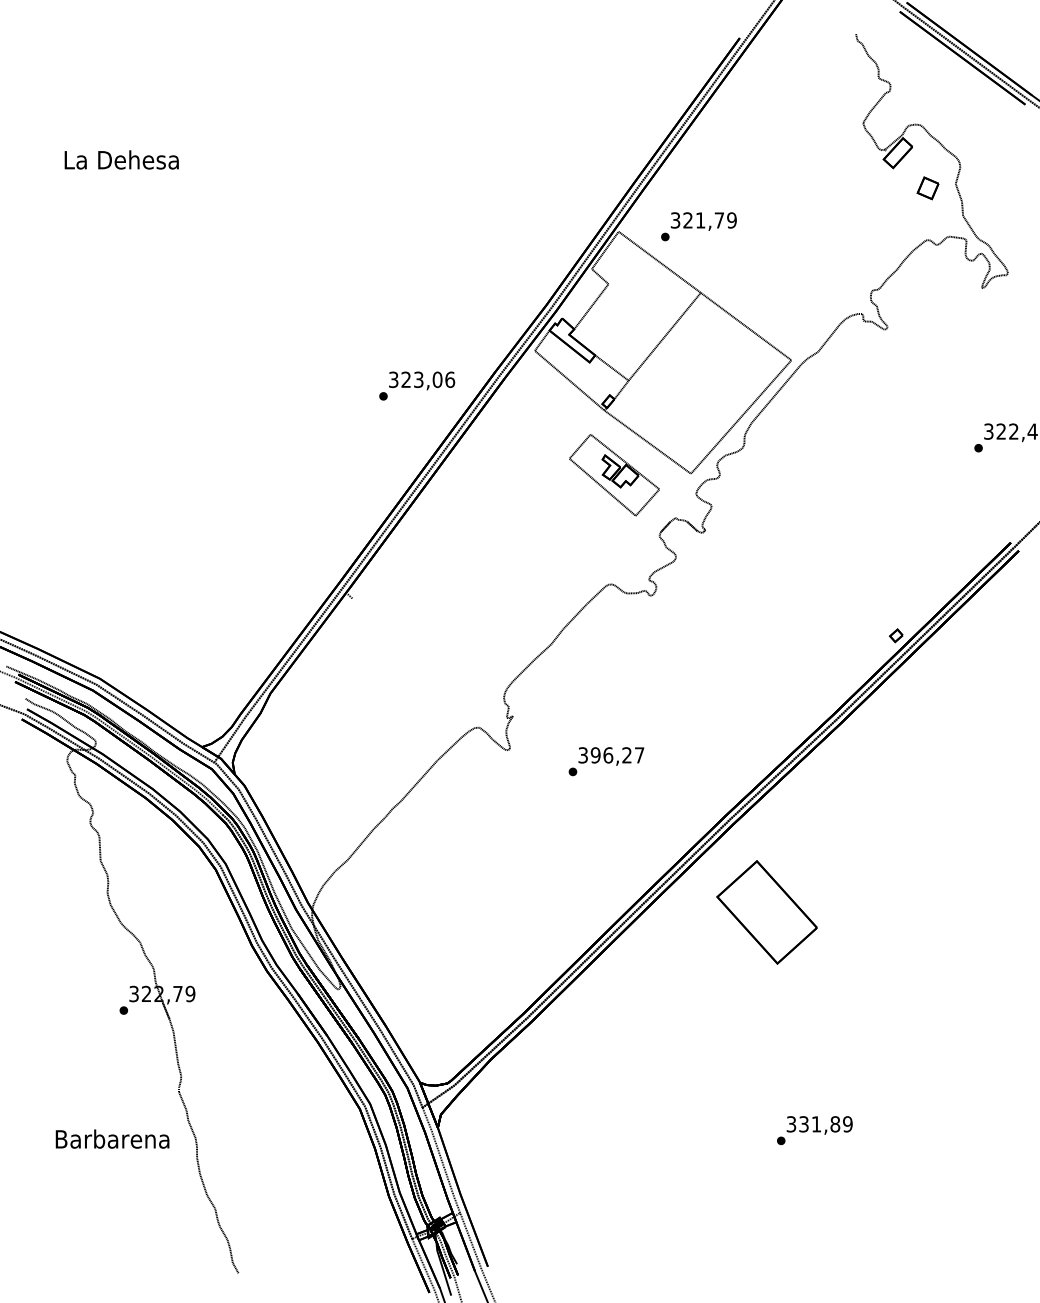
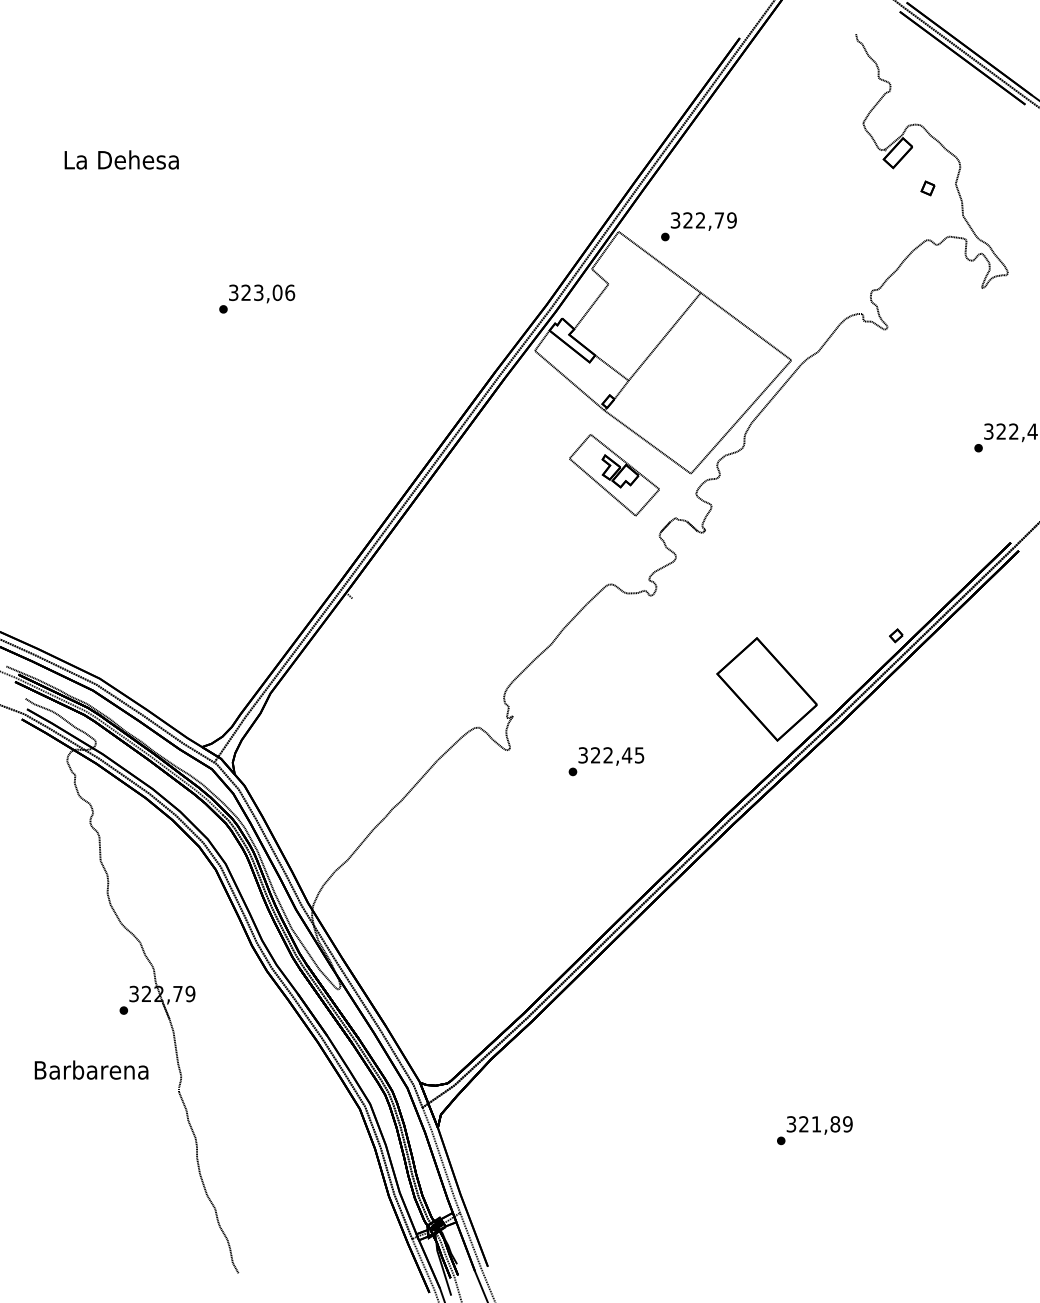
part at (927, 188) size: 24x25 px -> 16x17 px
text at (700, 220): 321,79 -> 322,79
text at (417, 385) position: (417, 385) -> (257, 298)
text at (617, 755): 396,27 -> 322,45
part at (766, 912) position: (766, 912) -> (766, 689)
text at (803, 1124): 331,89 -> 321,89
text at (112, 1138) position: (112, 1138) -> (91, 1069)
